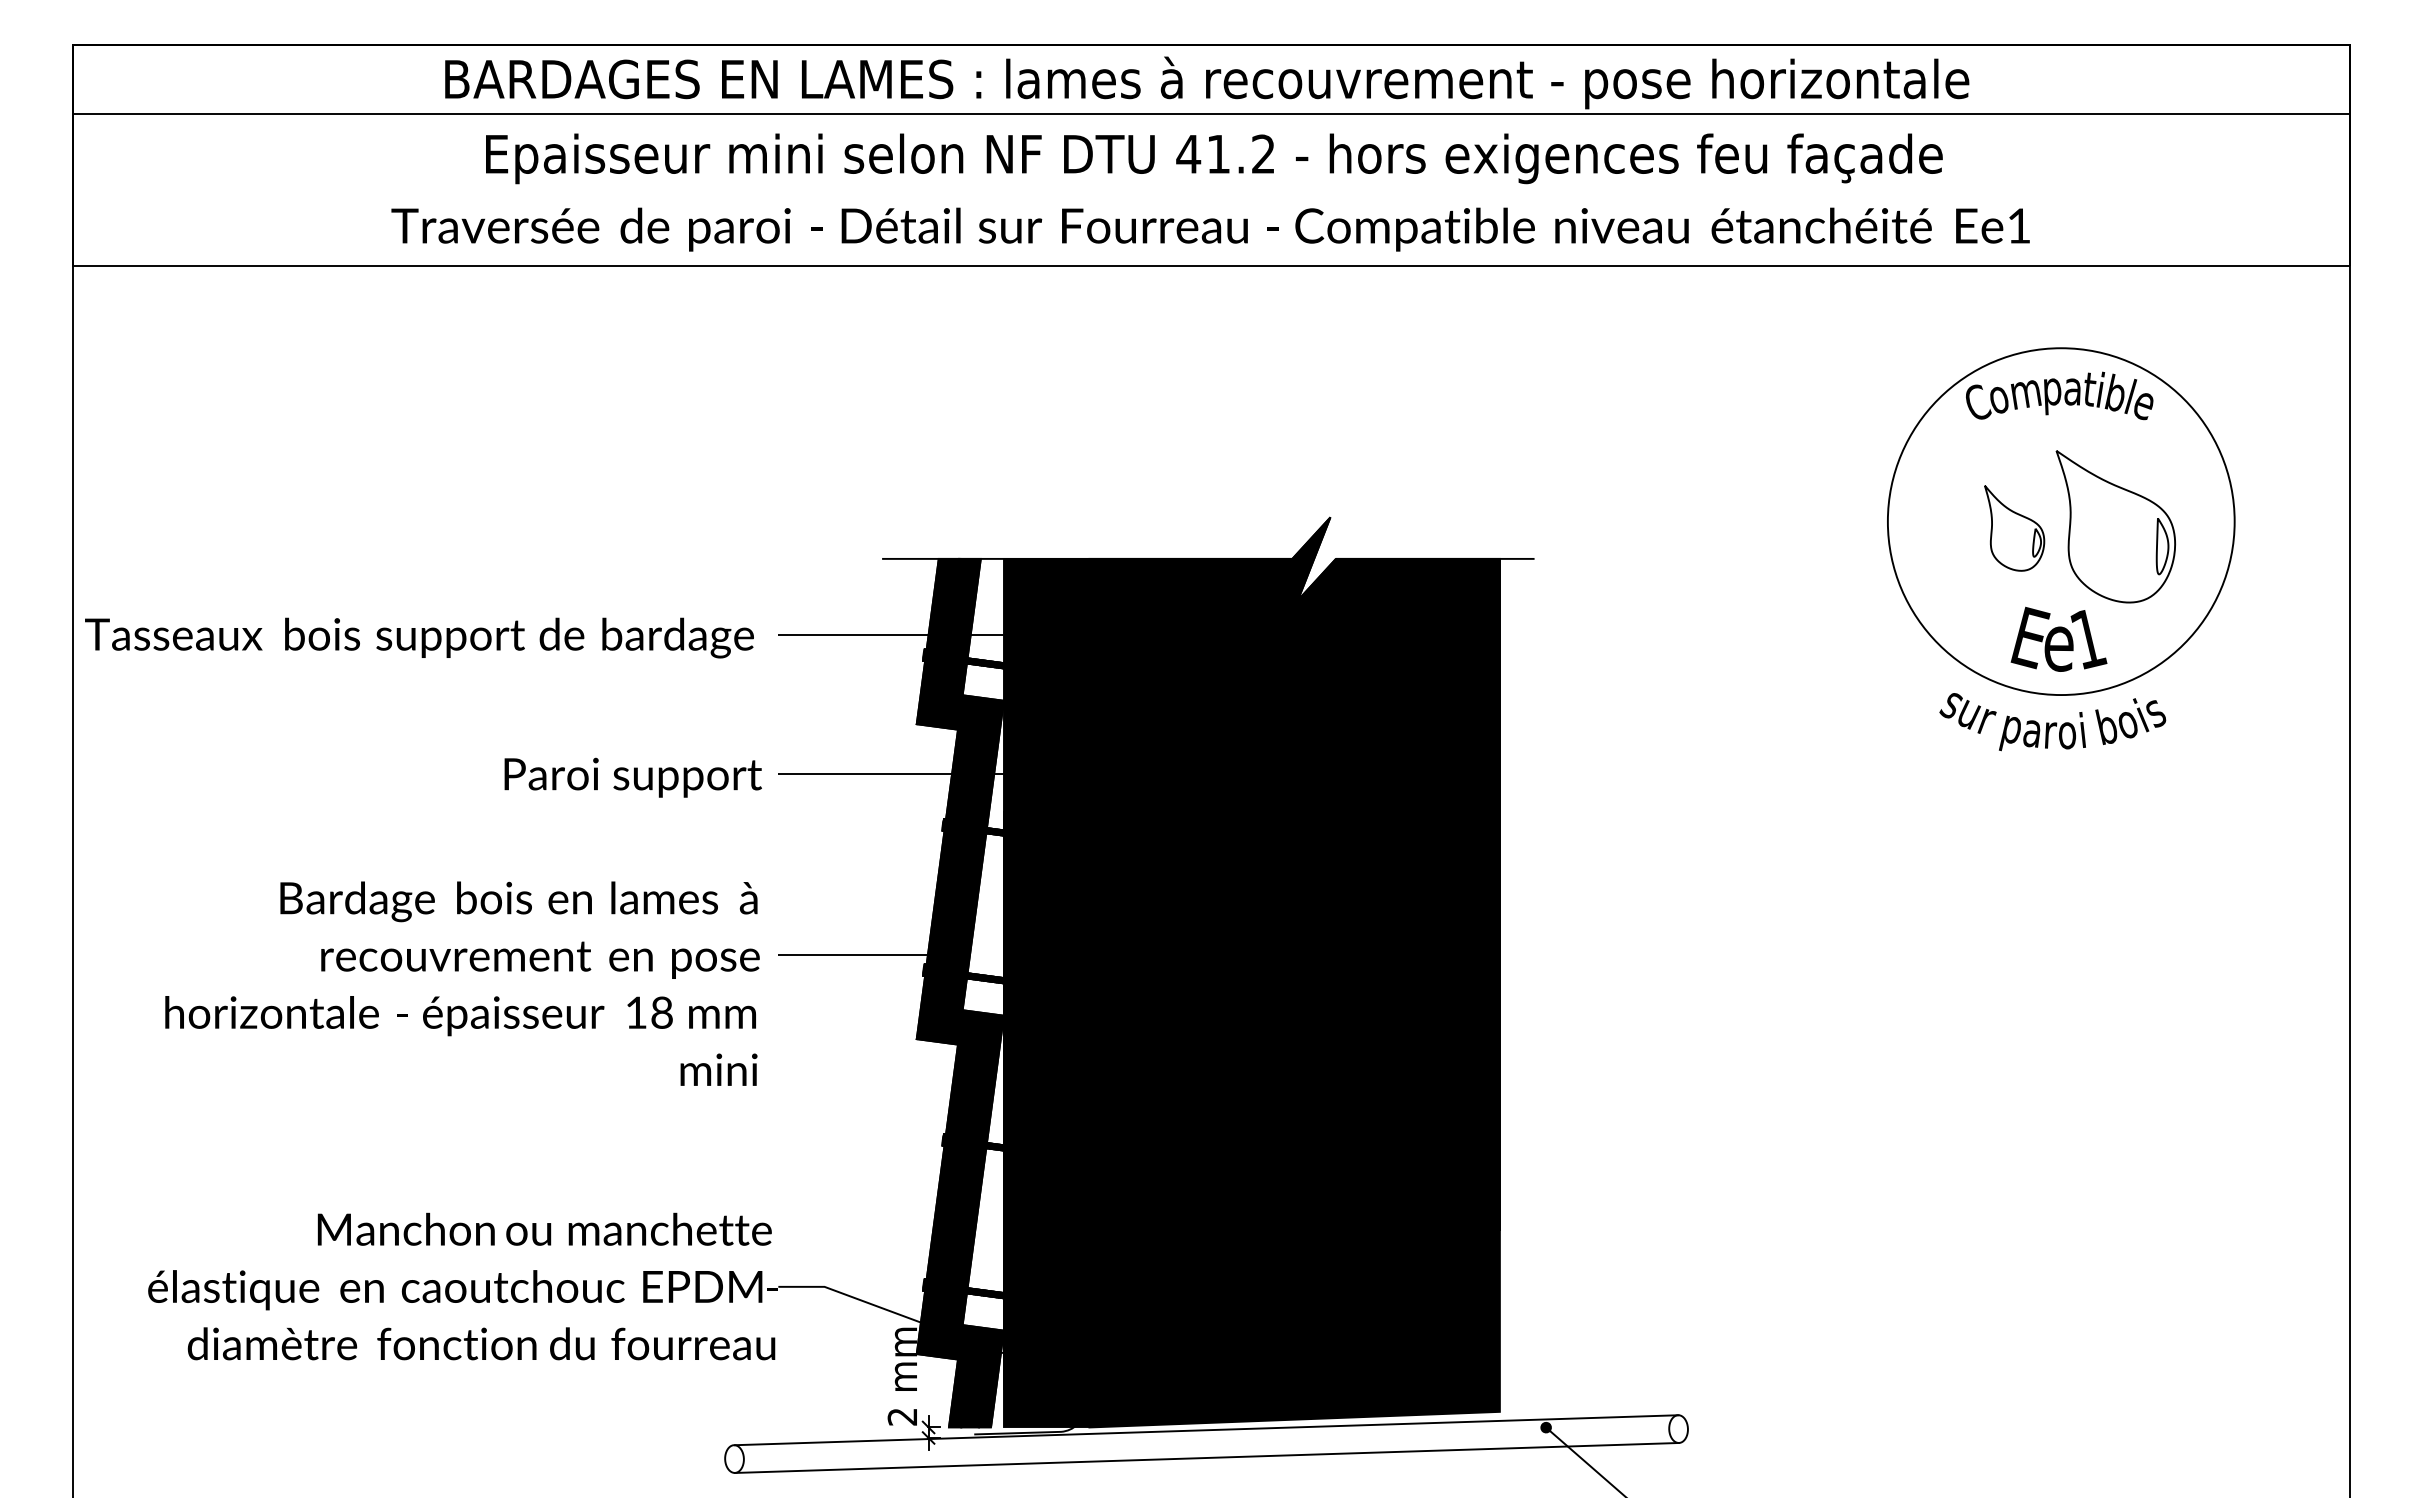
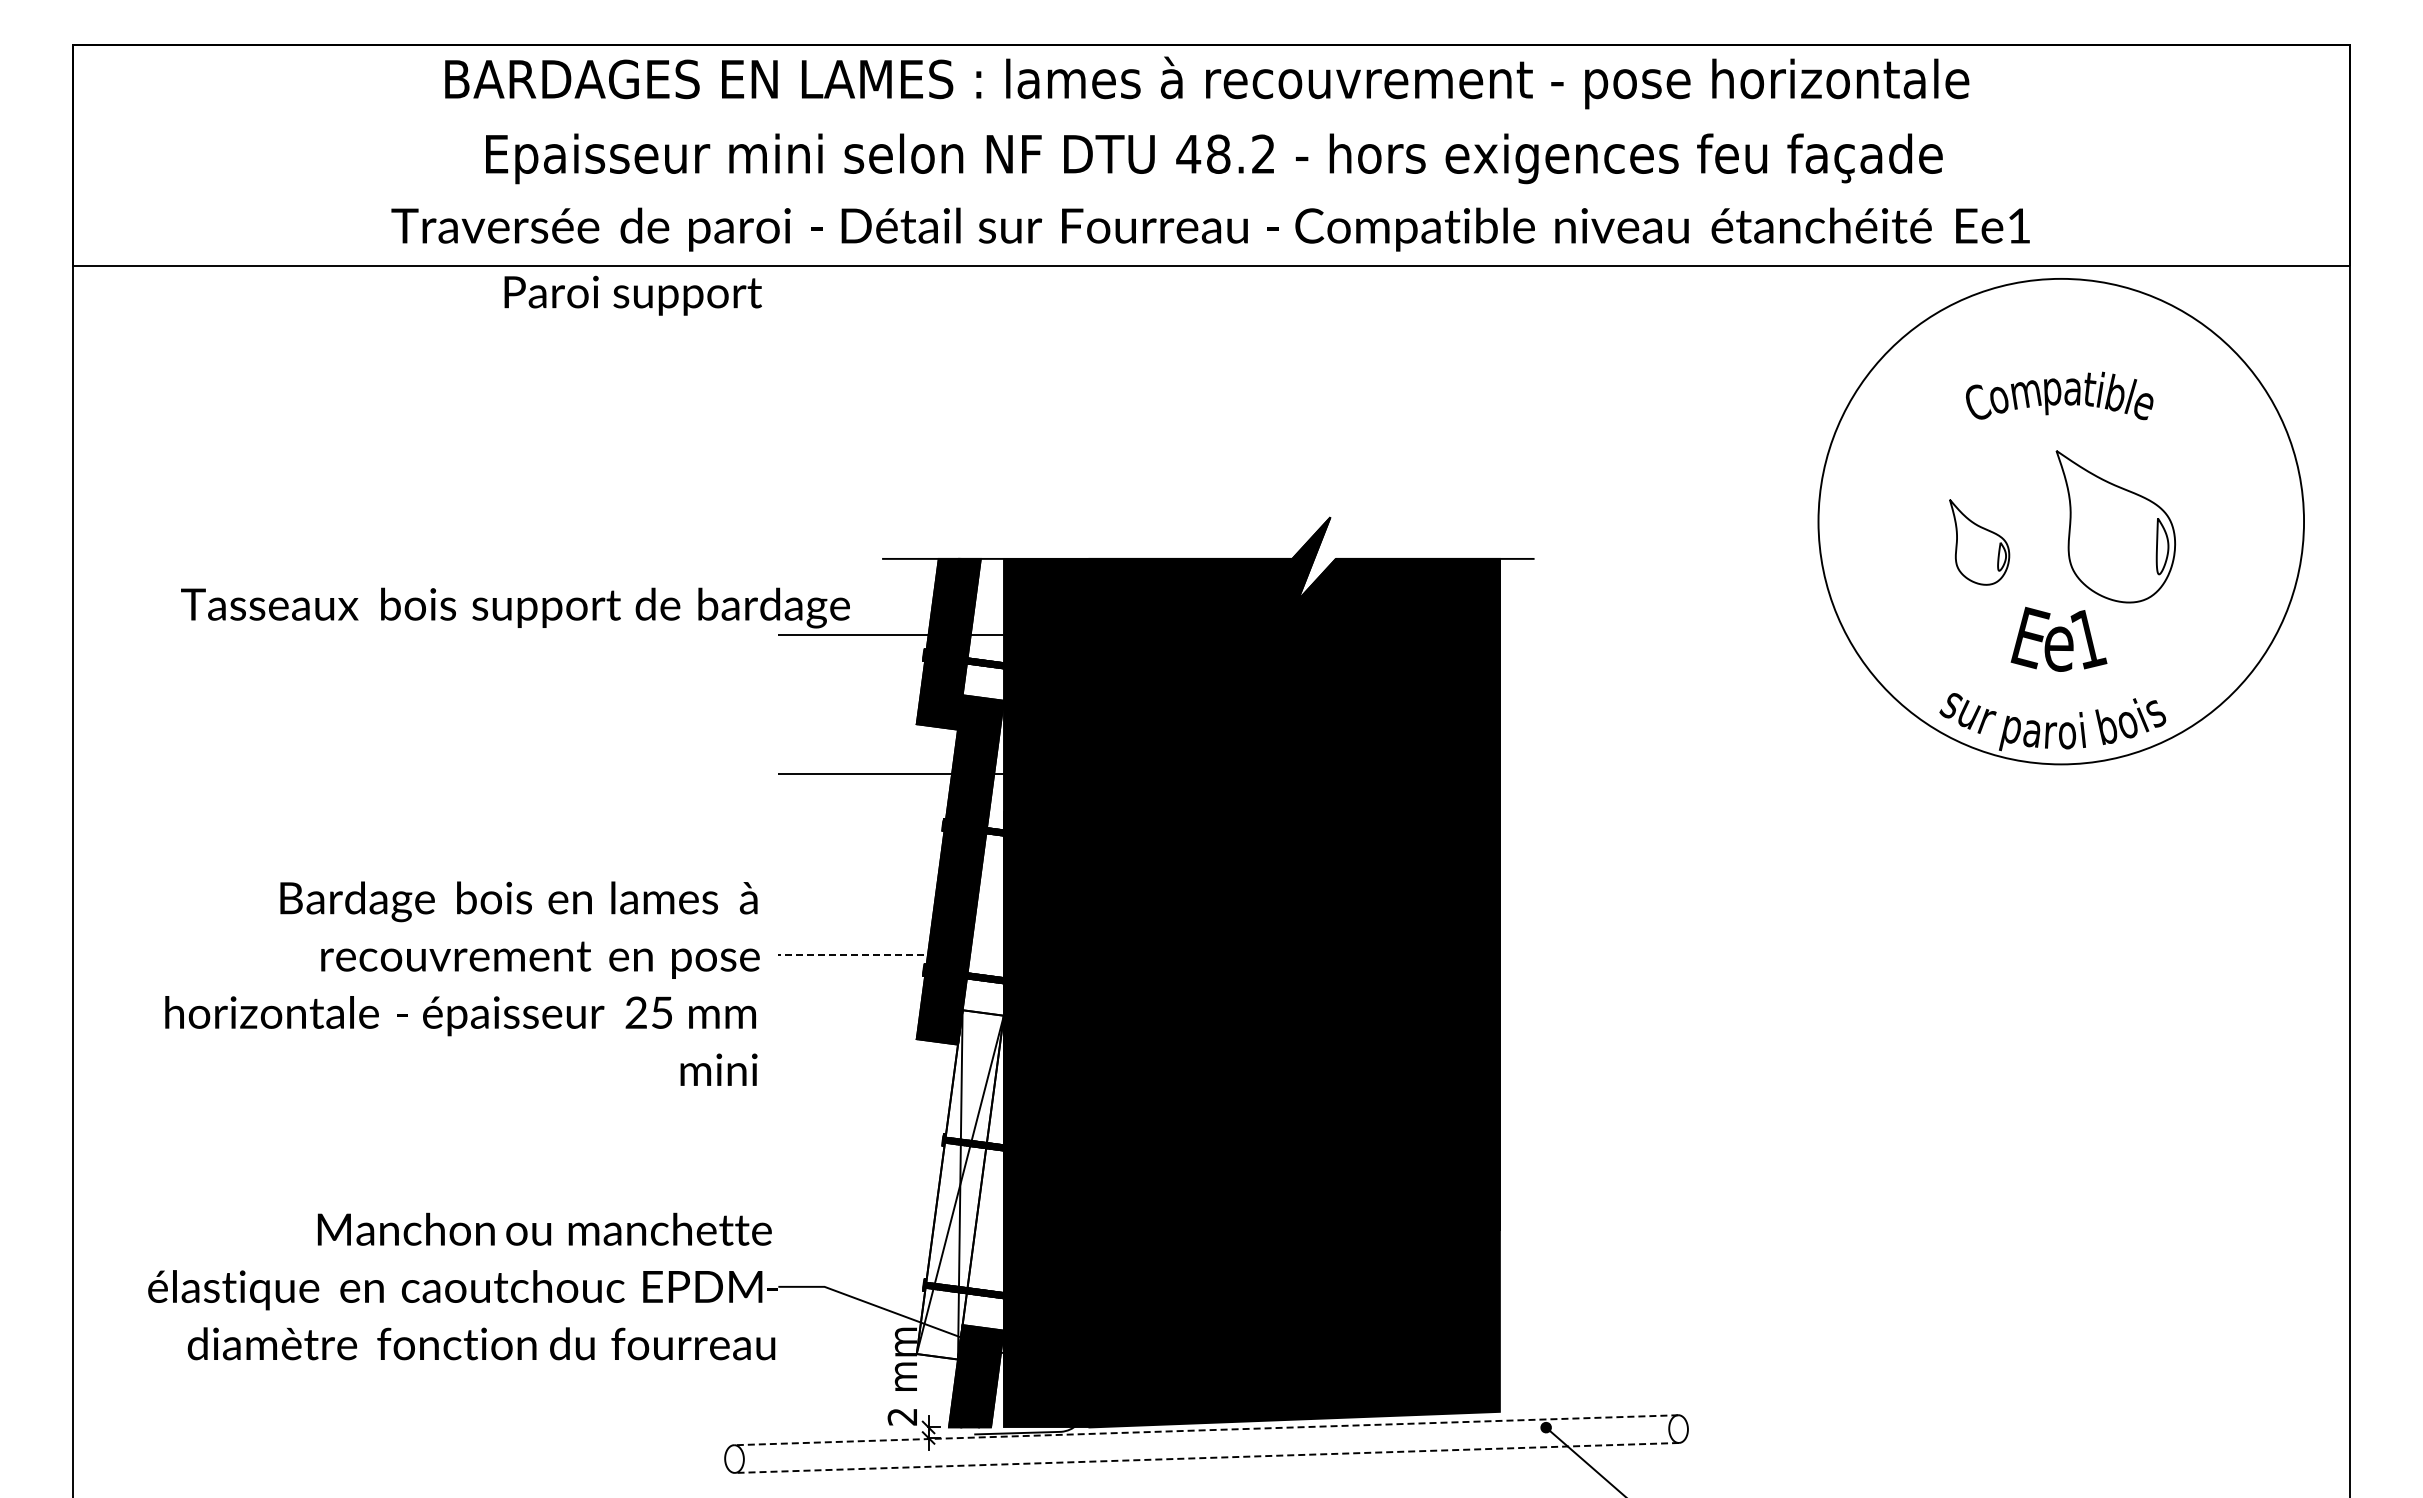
line at (1211, 114): present -> none
text at (1218, 153): 41.2 -> 48.2
circle at (2060, 521) diameter: 347 px -> 486 px
part at (2014, 528) position: (2014, 528) -> (1979, 542)
text at (419, 637) position: (419, 637) -> (515, 607)
text at (632, 777) position: (632, 777) -> (632, 295)
line at (861, 955): solid -> dashed
text at (648, 1012): 18 -> 25
fill at (959, 1184): present -> none
line at (1206, 1430): solid -> dashed
line at (1206, 1457): solid -> dashed
